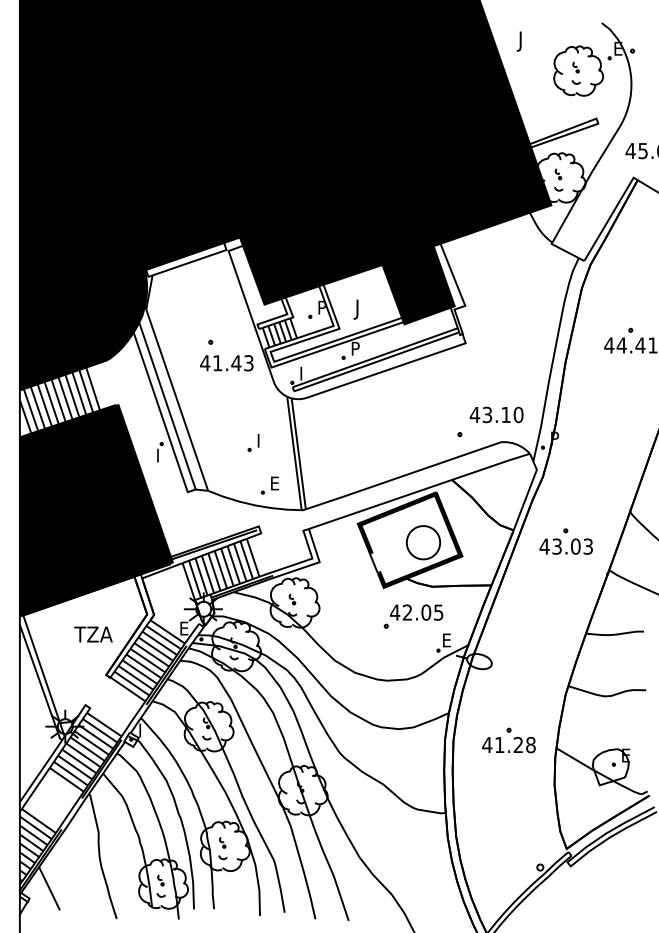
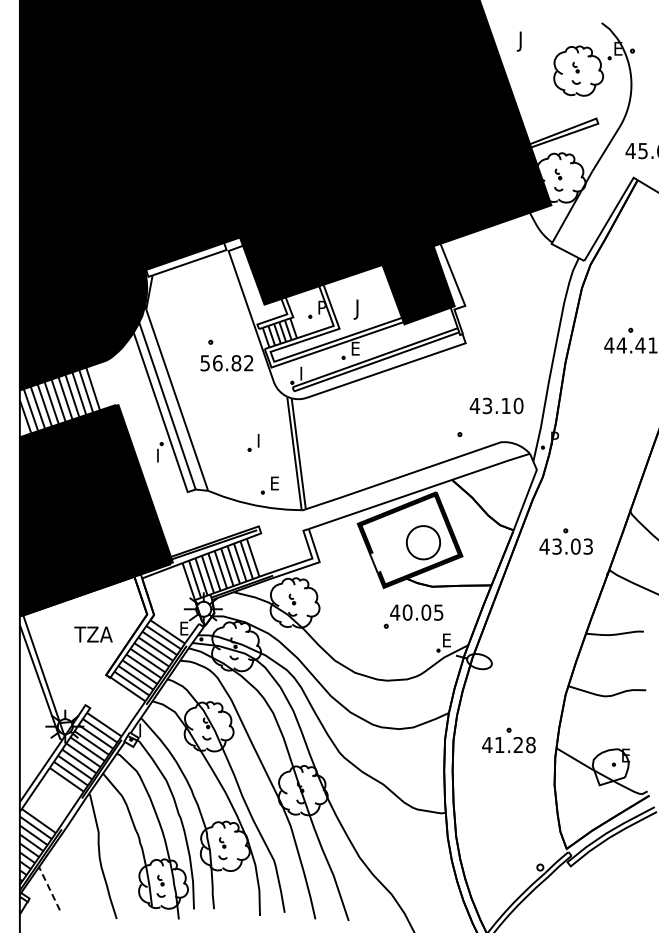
text at (356, 348): P -> E
text at (226, 363): 41.43 -> 56.82
text at (496, 414) position: (496, 414) -> (496, 405)
text at (407, 612): 42.05 -> 40.05
line at (49, 888): solid -> dashed
